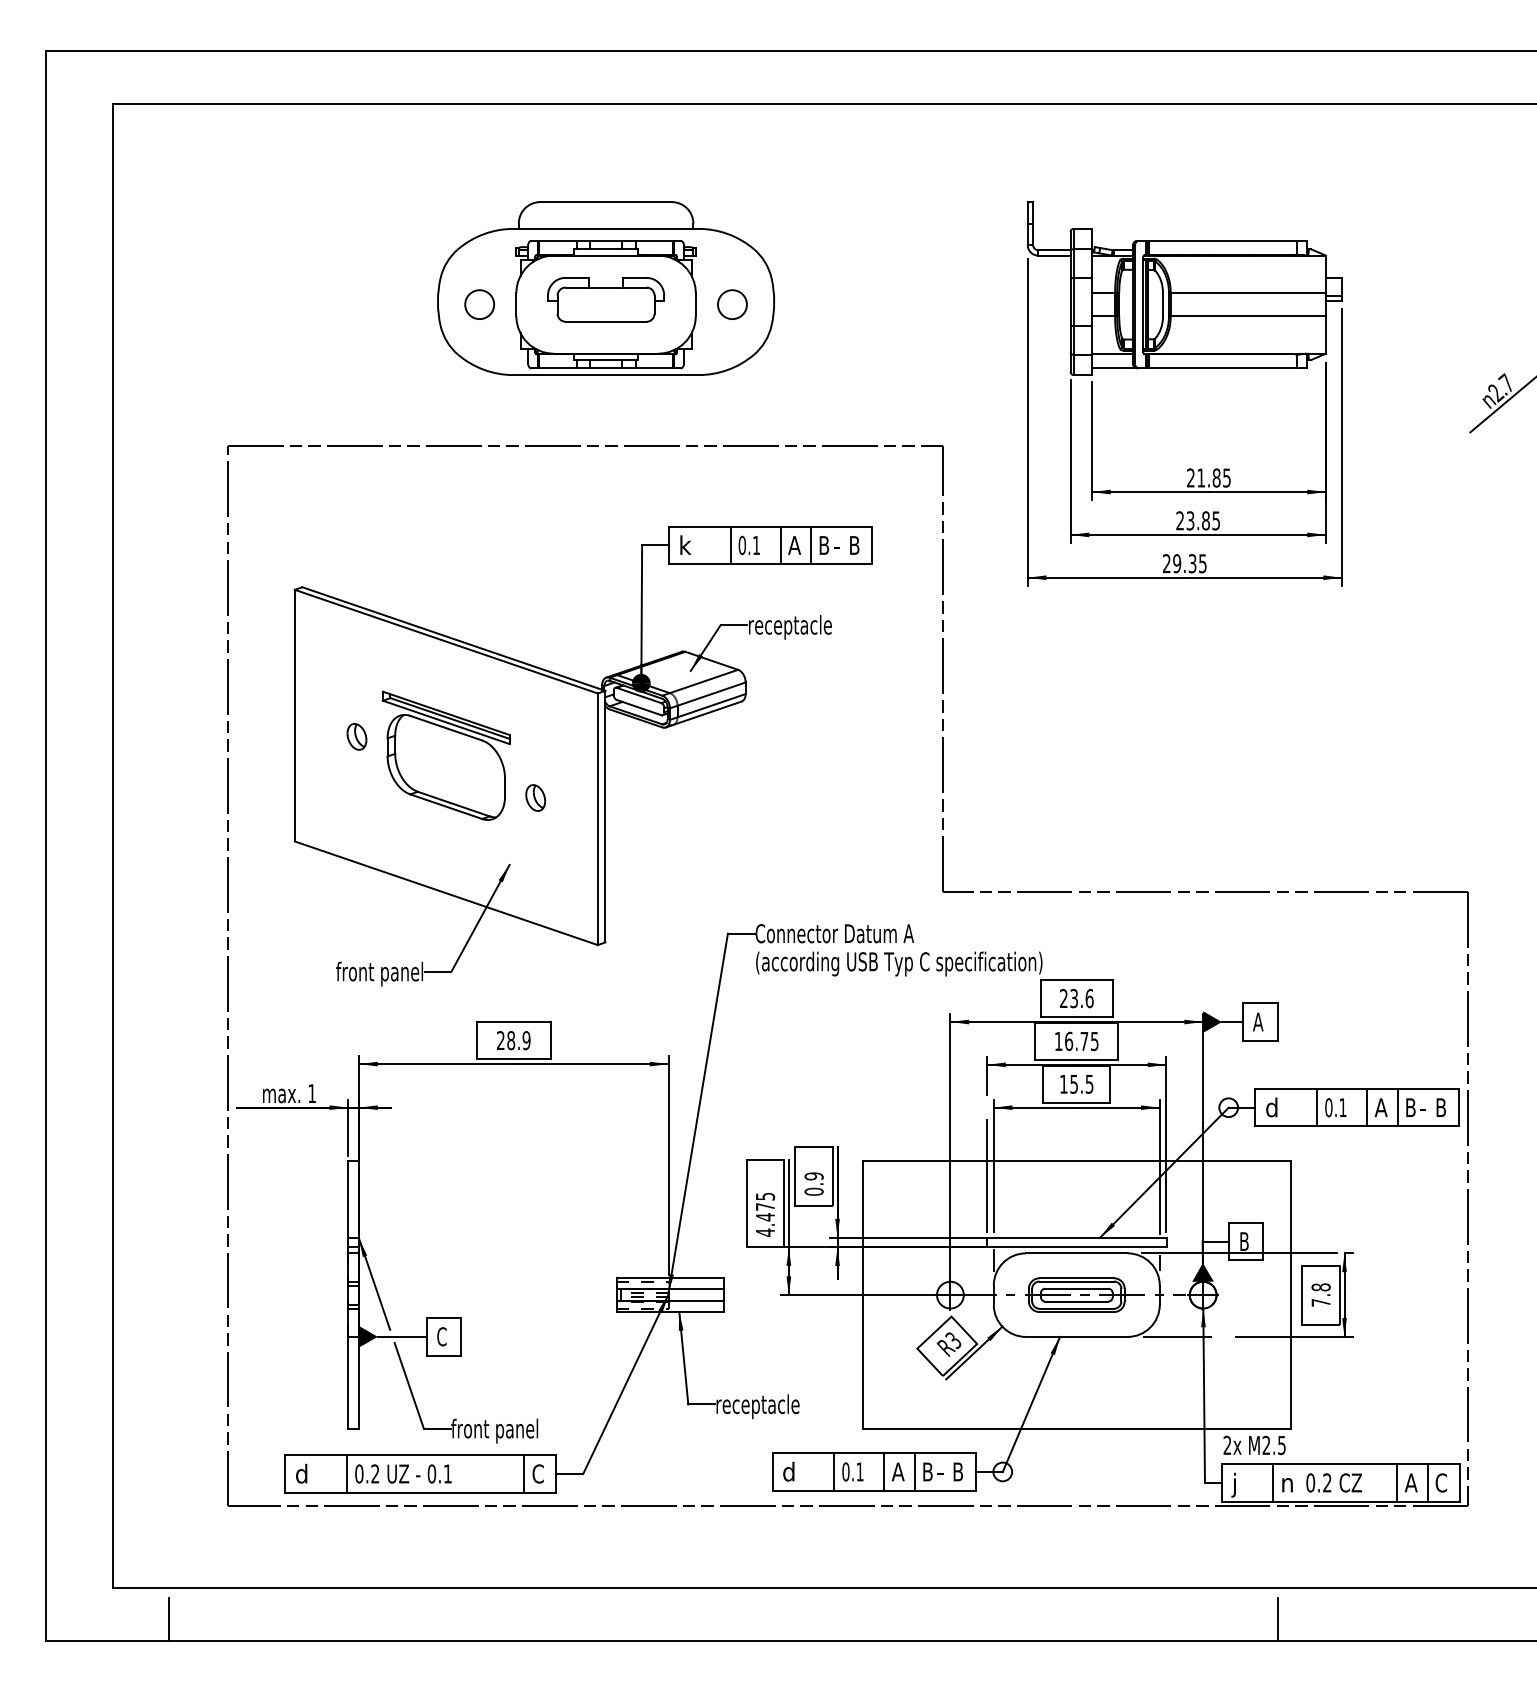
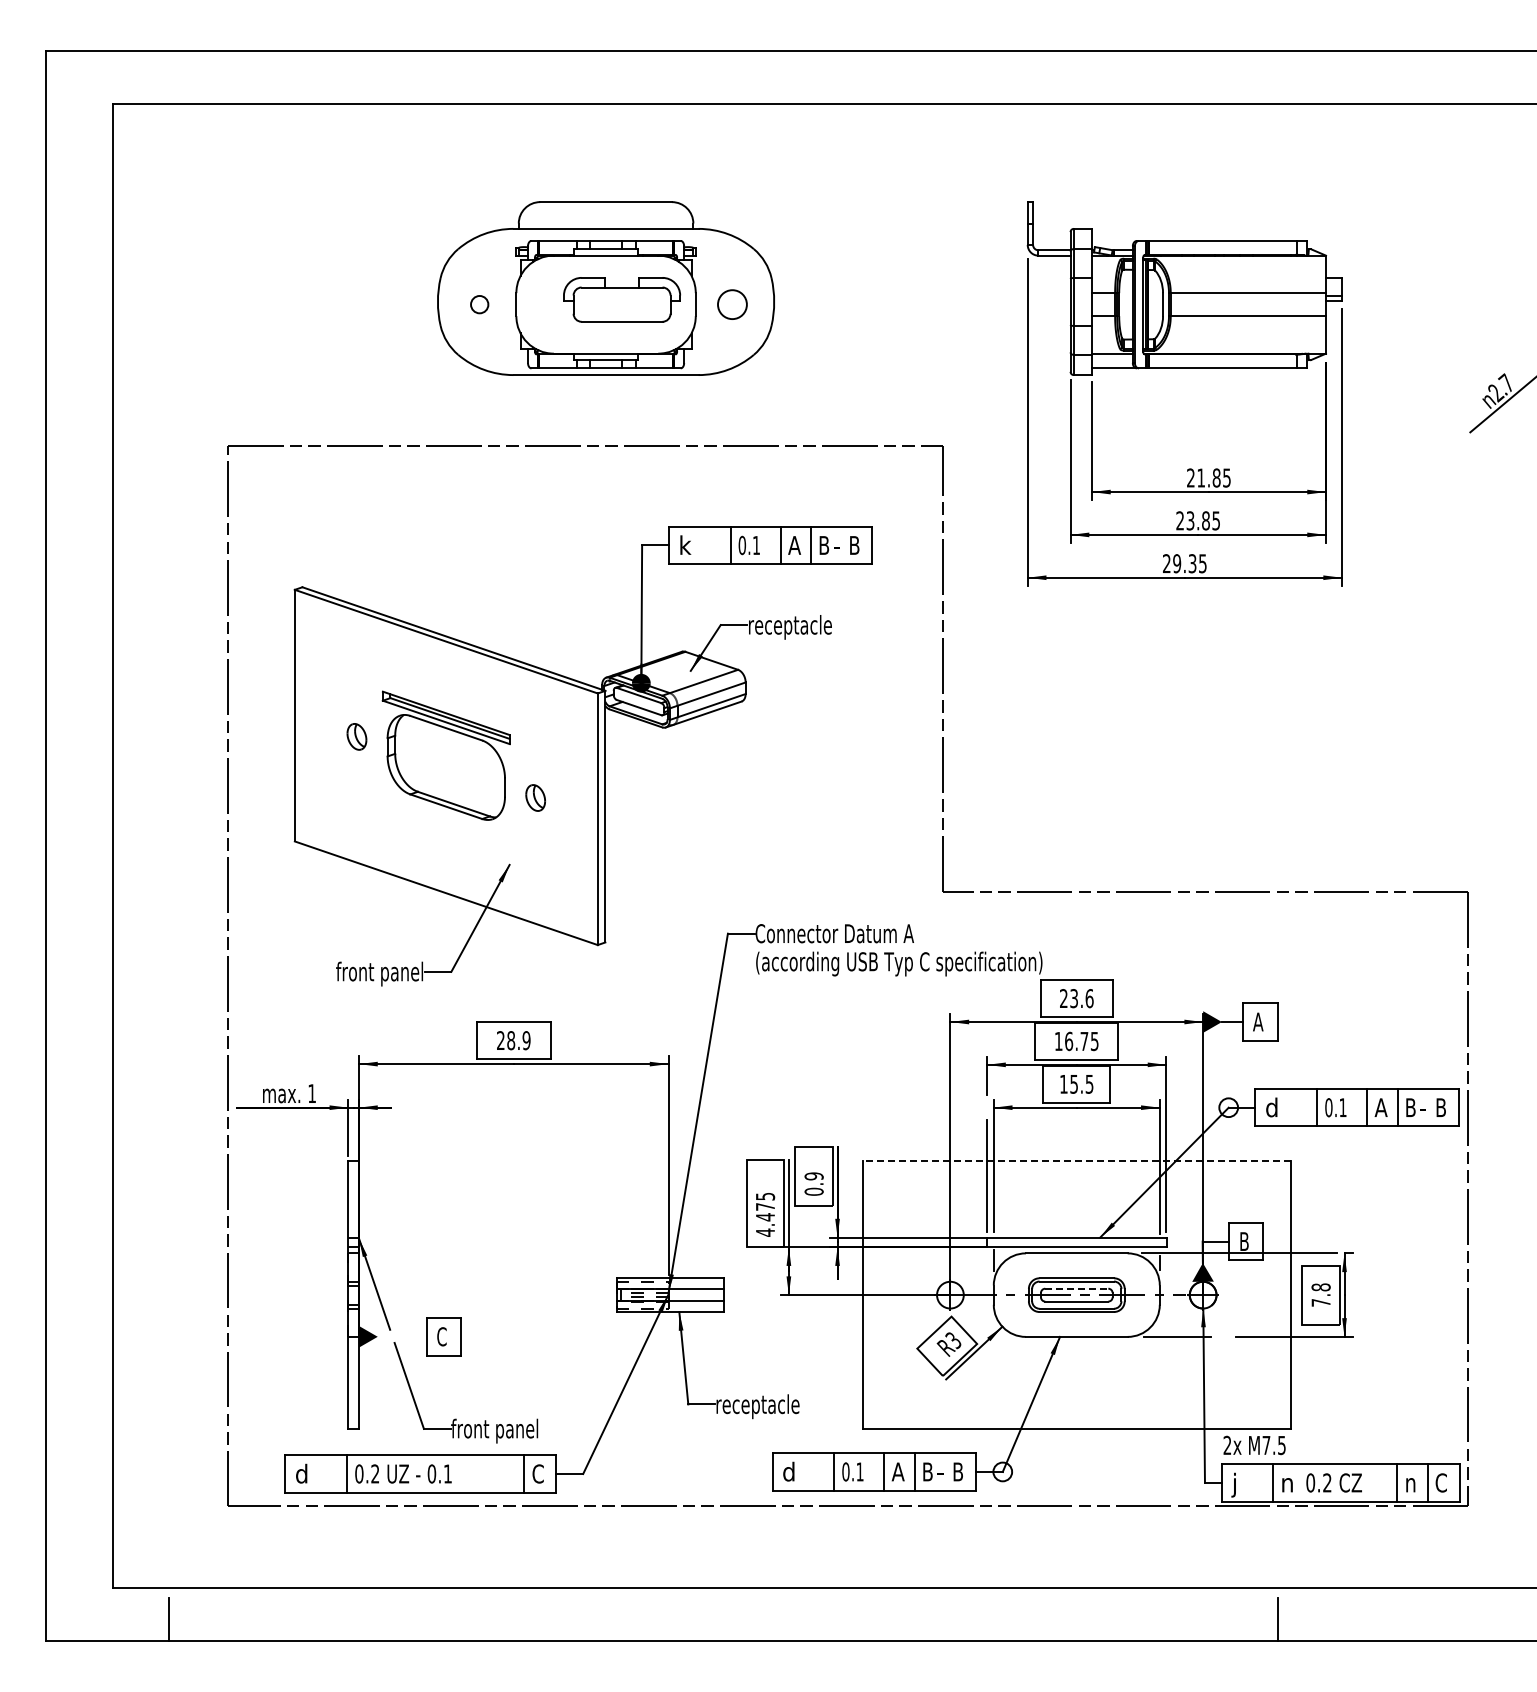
part at (605, 299) position: (605, 299) -> (621, 299)
circle at (479, 304) diameter: 29 px -> 17 px
line at (1076, 1161): solid -> dashed
line at (1076, 1288): solid -> dashed
line at (401, 1336): present -> none
text at (1266, 1444): M2.5 -> M7.5
text at (1410, 1482): A -> n
